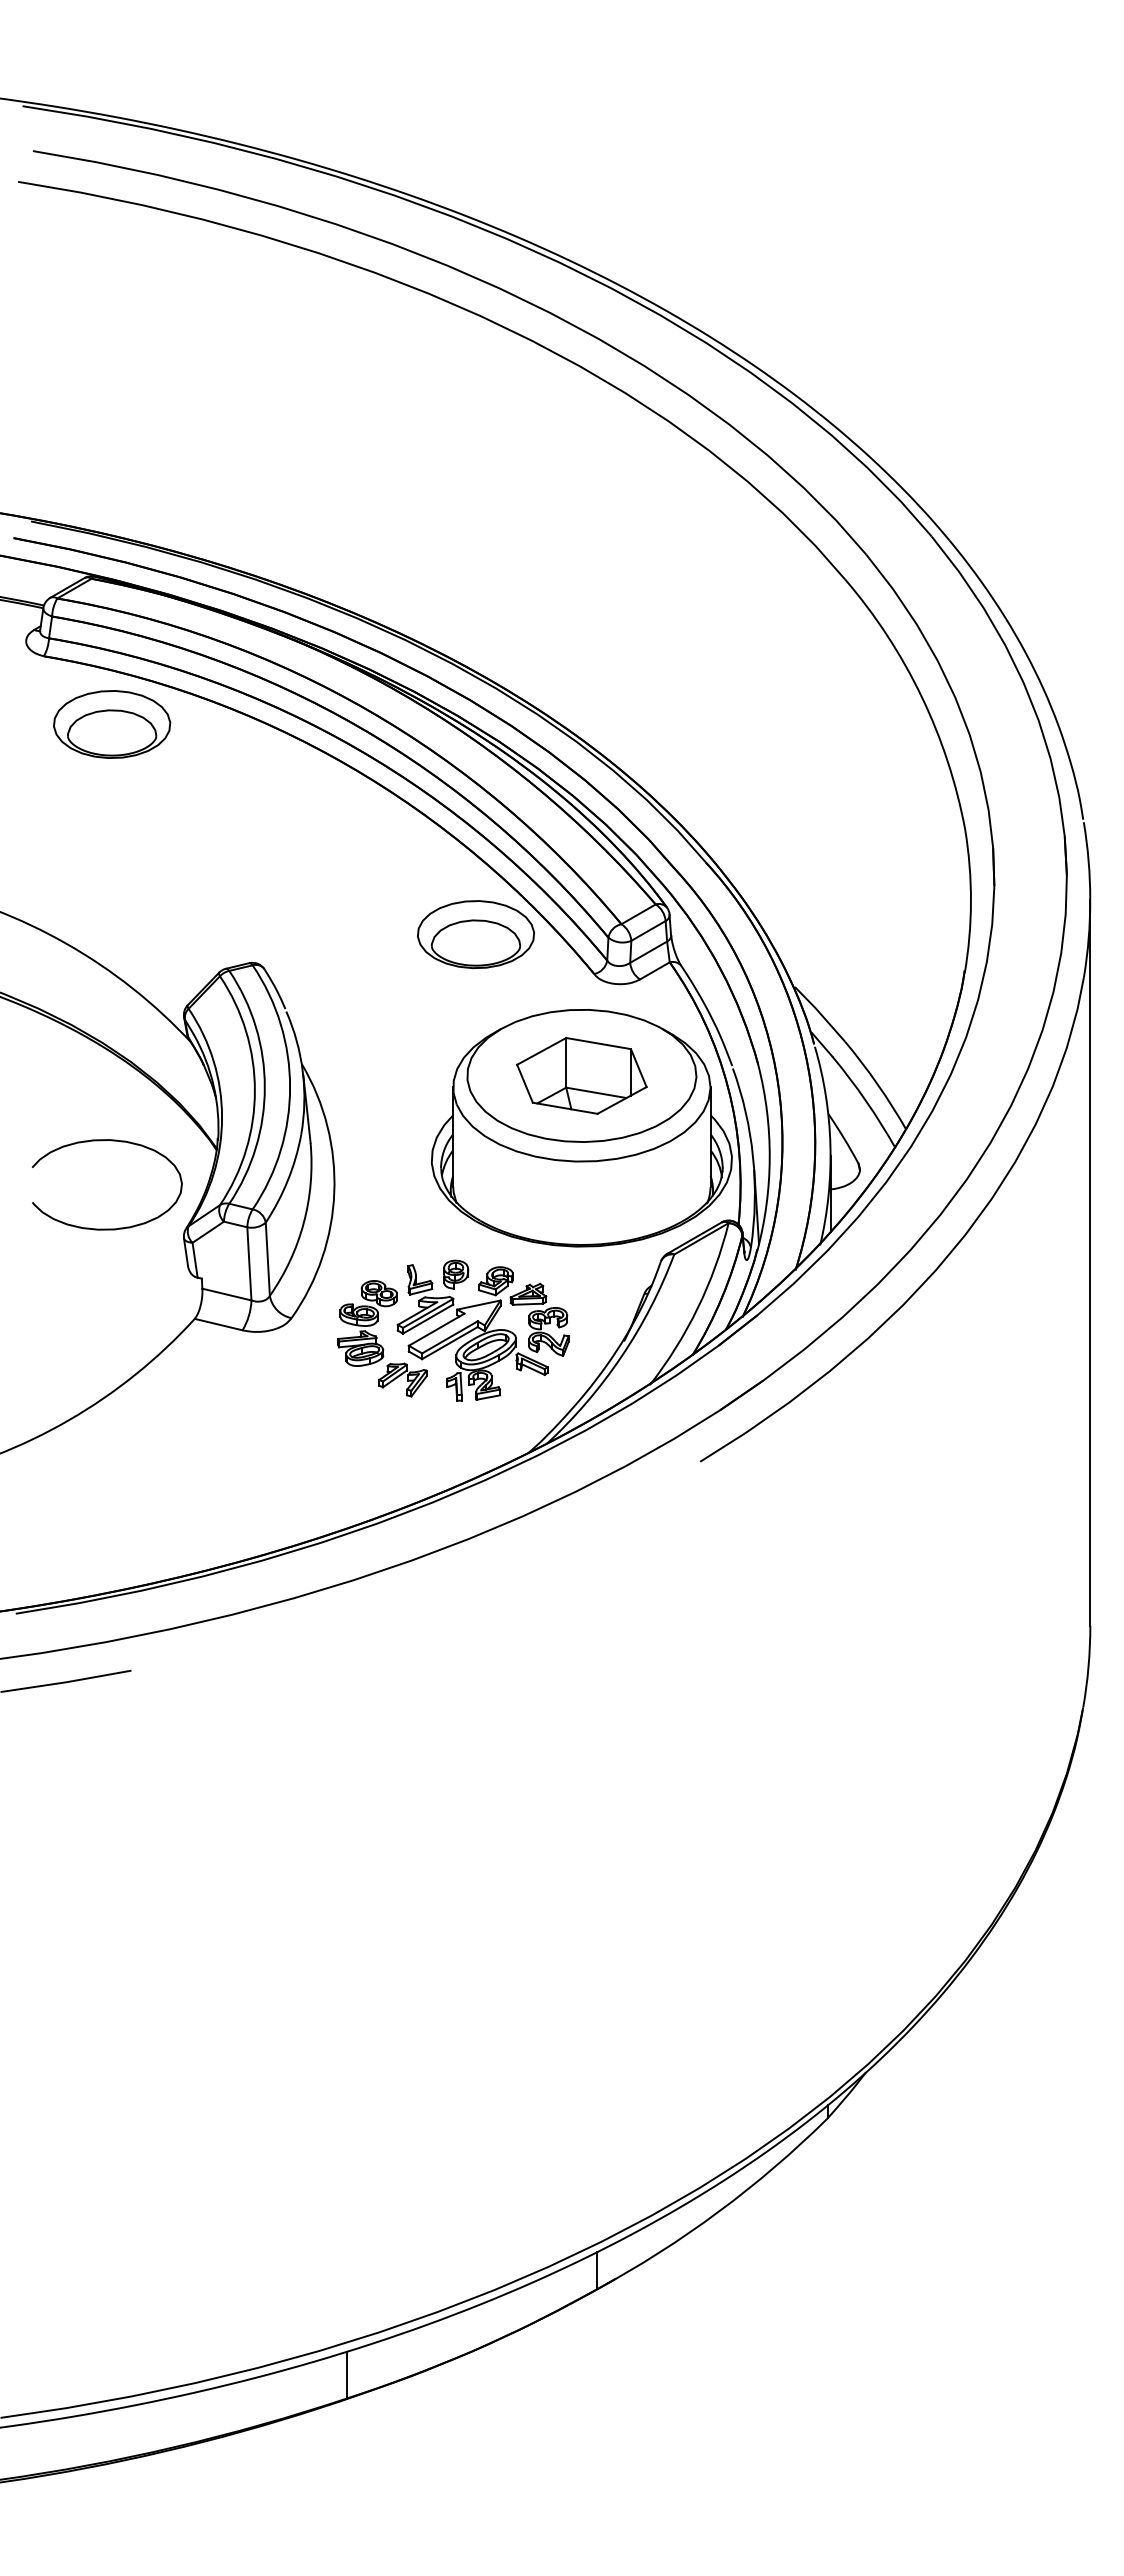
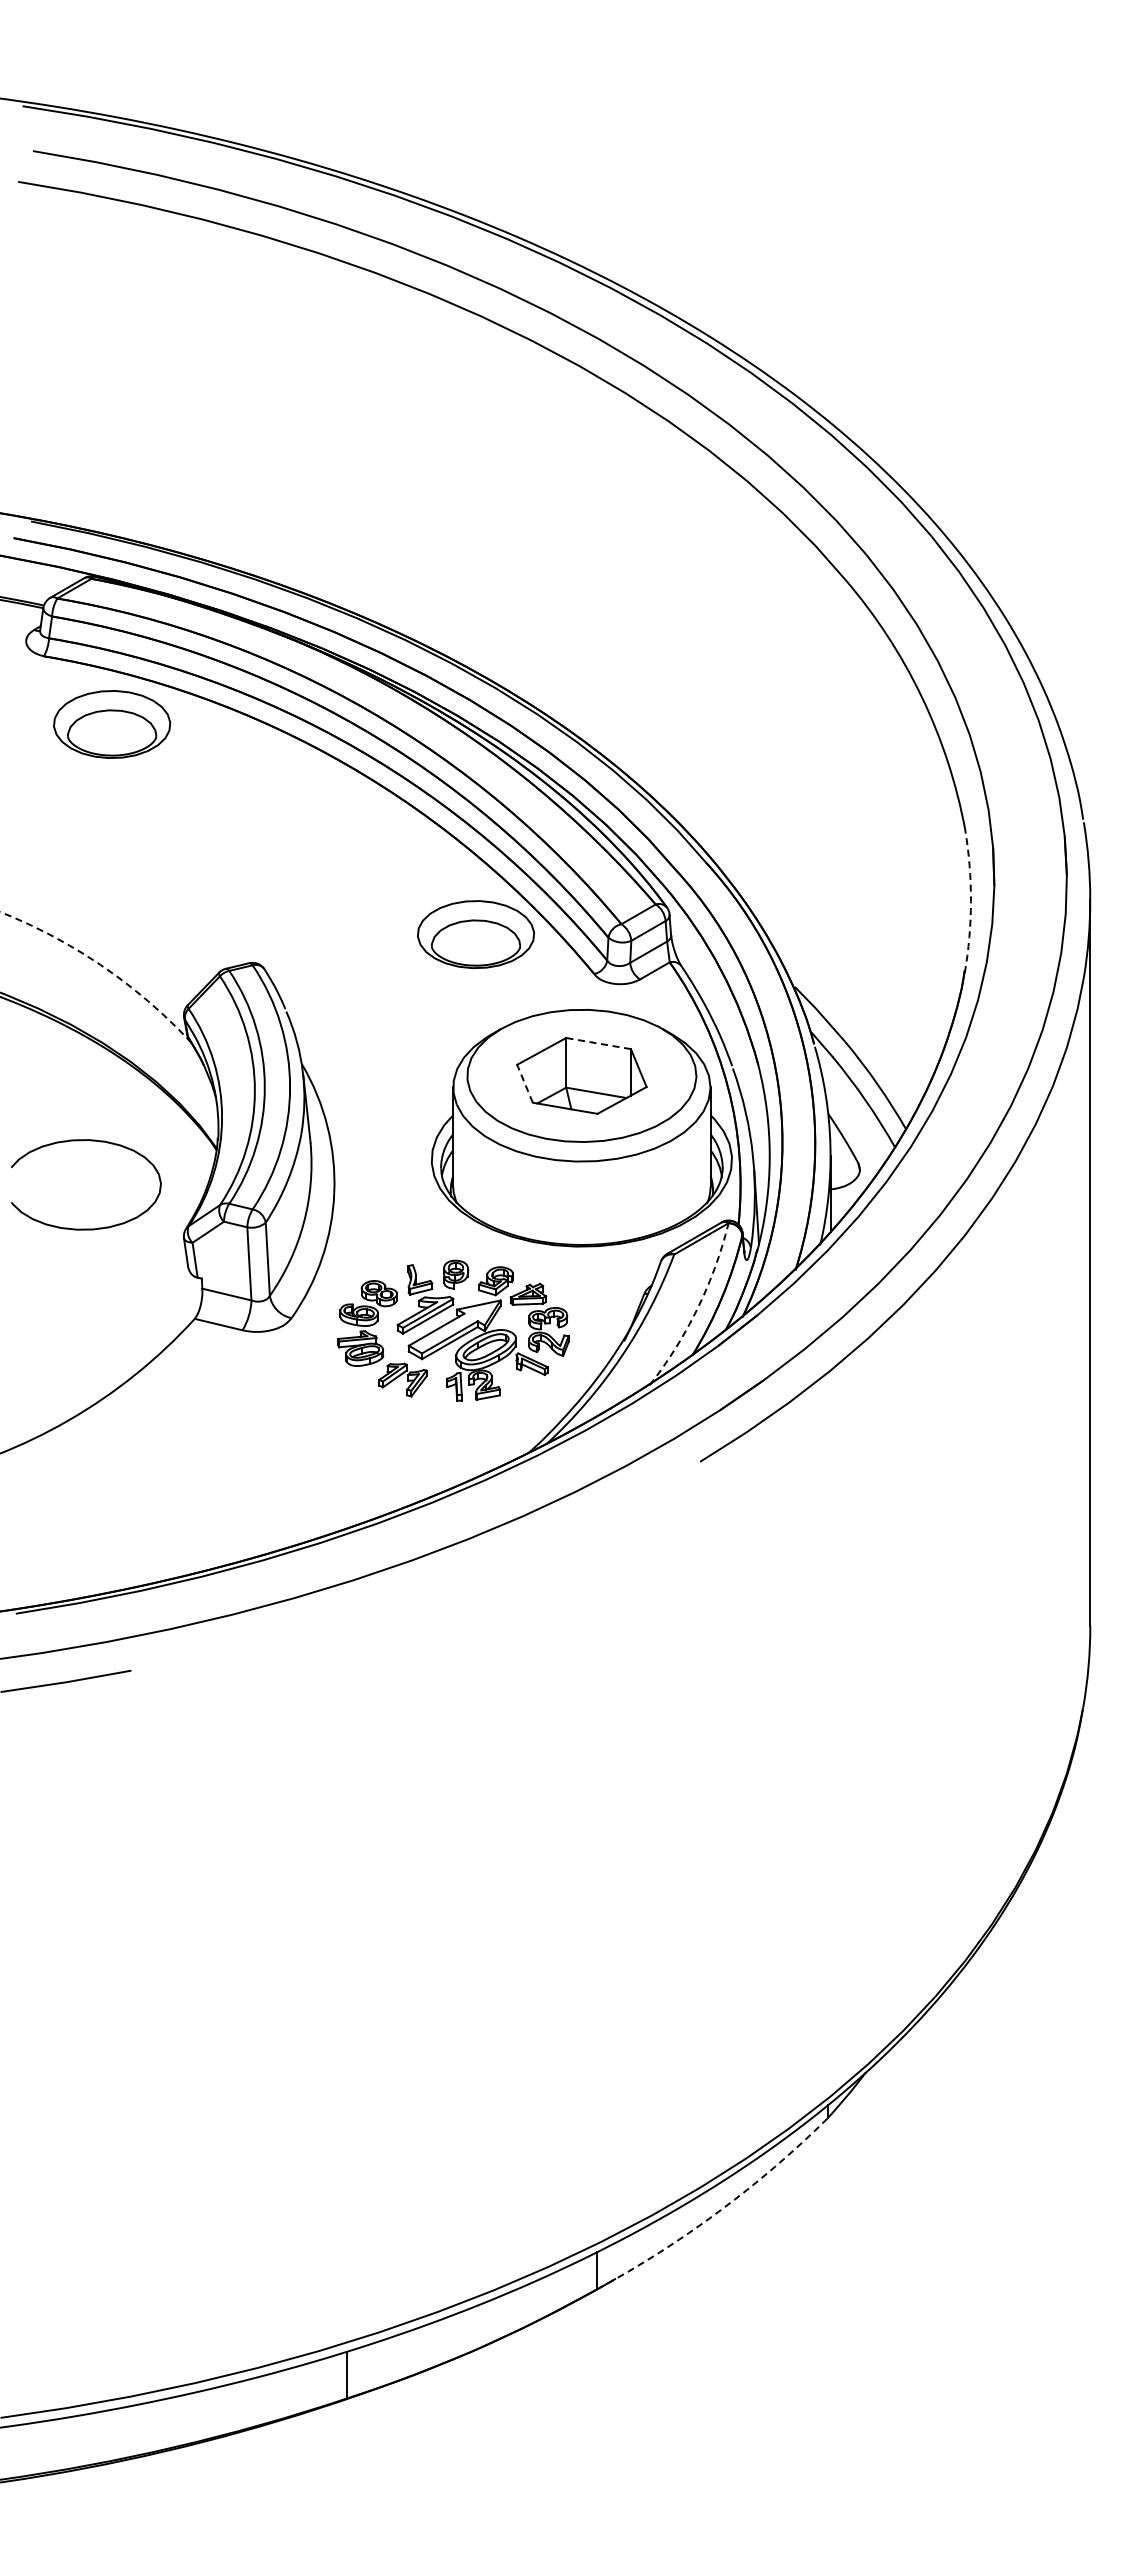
arc at (970, 901): solid -> dashed
arc at (103, 967): solid -> dashed
line at (598, 1043): solid -> dashed
line at (525, 1083): solid -> dashed
curve at (104, 1141) position: (104, 1141) -> (83, 1141)
arc at (697, 1308): solid -> dashed
arc at (718, 2211): solid -> dashed
